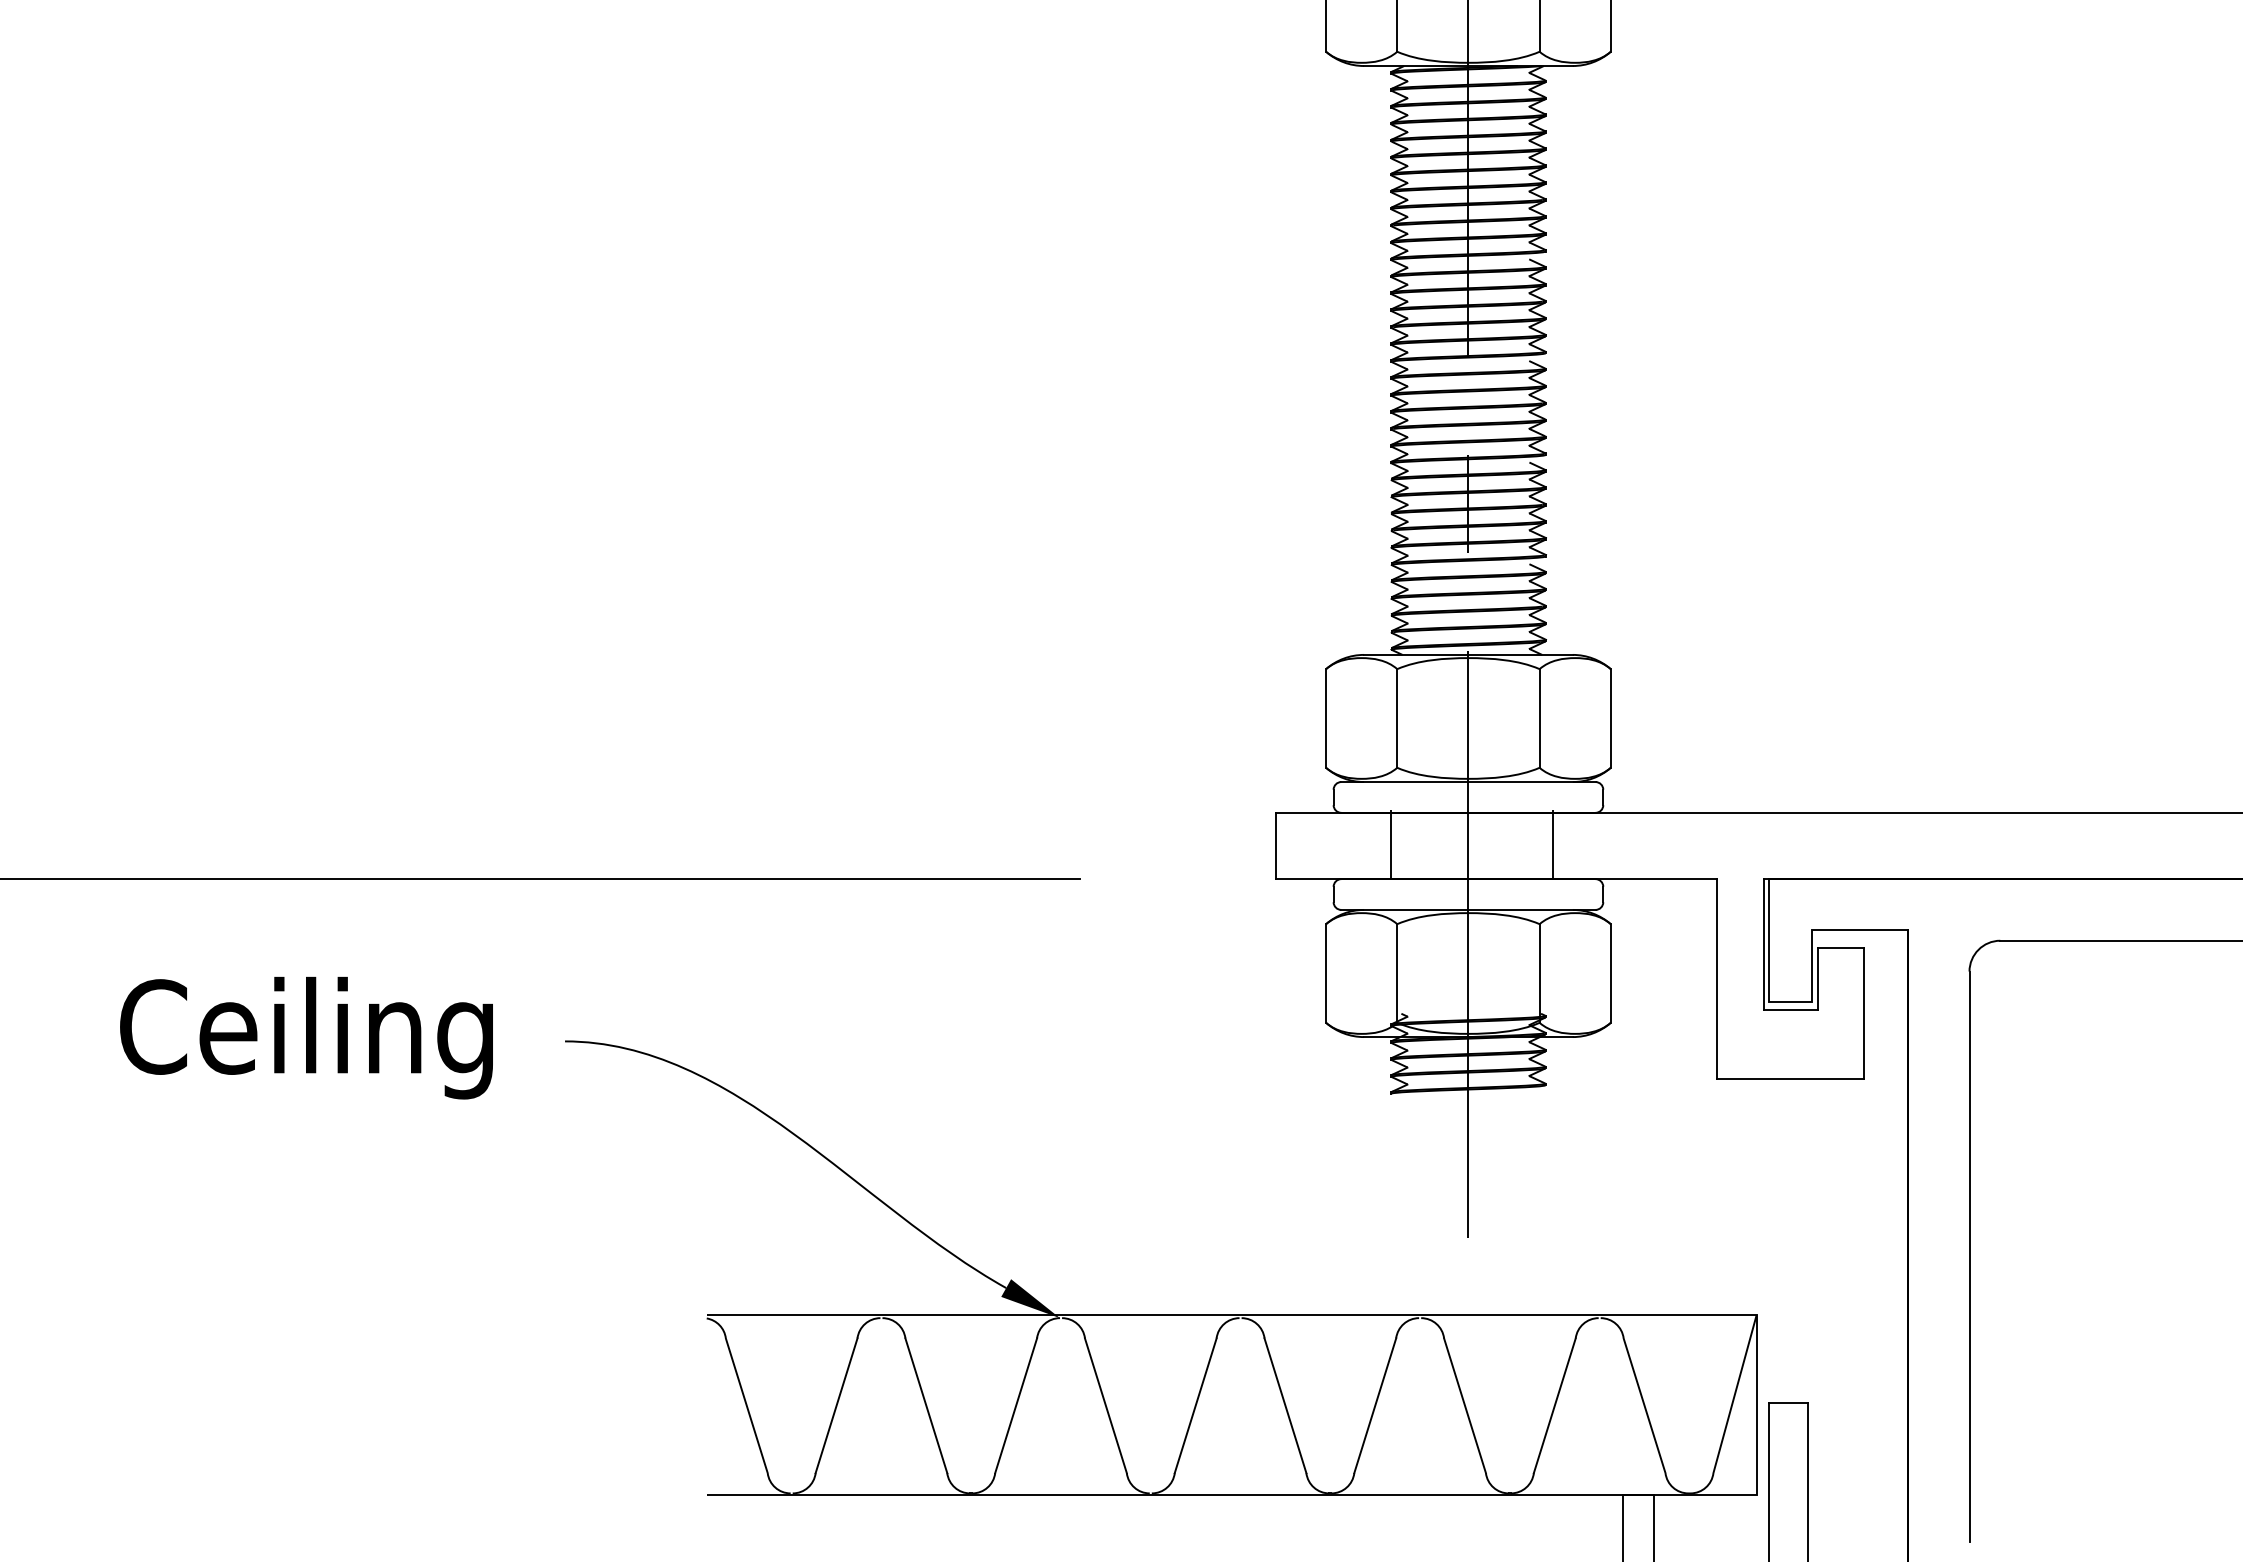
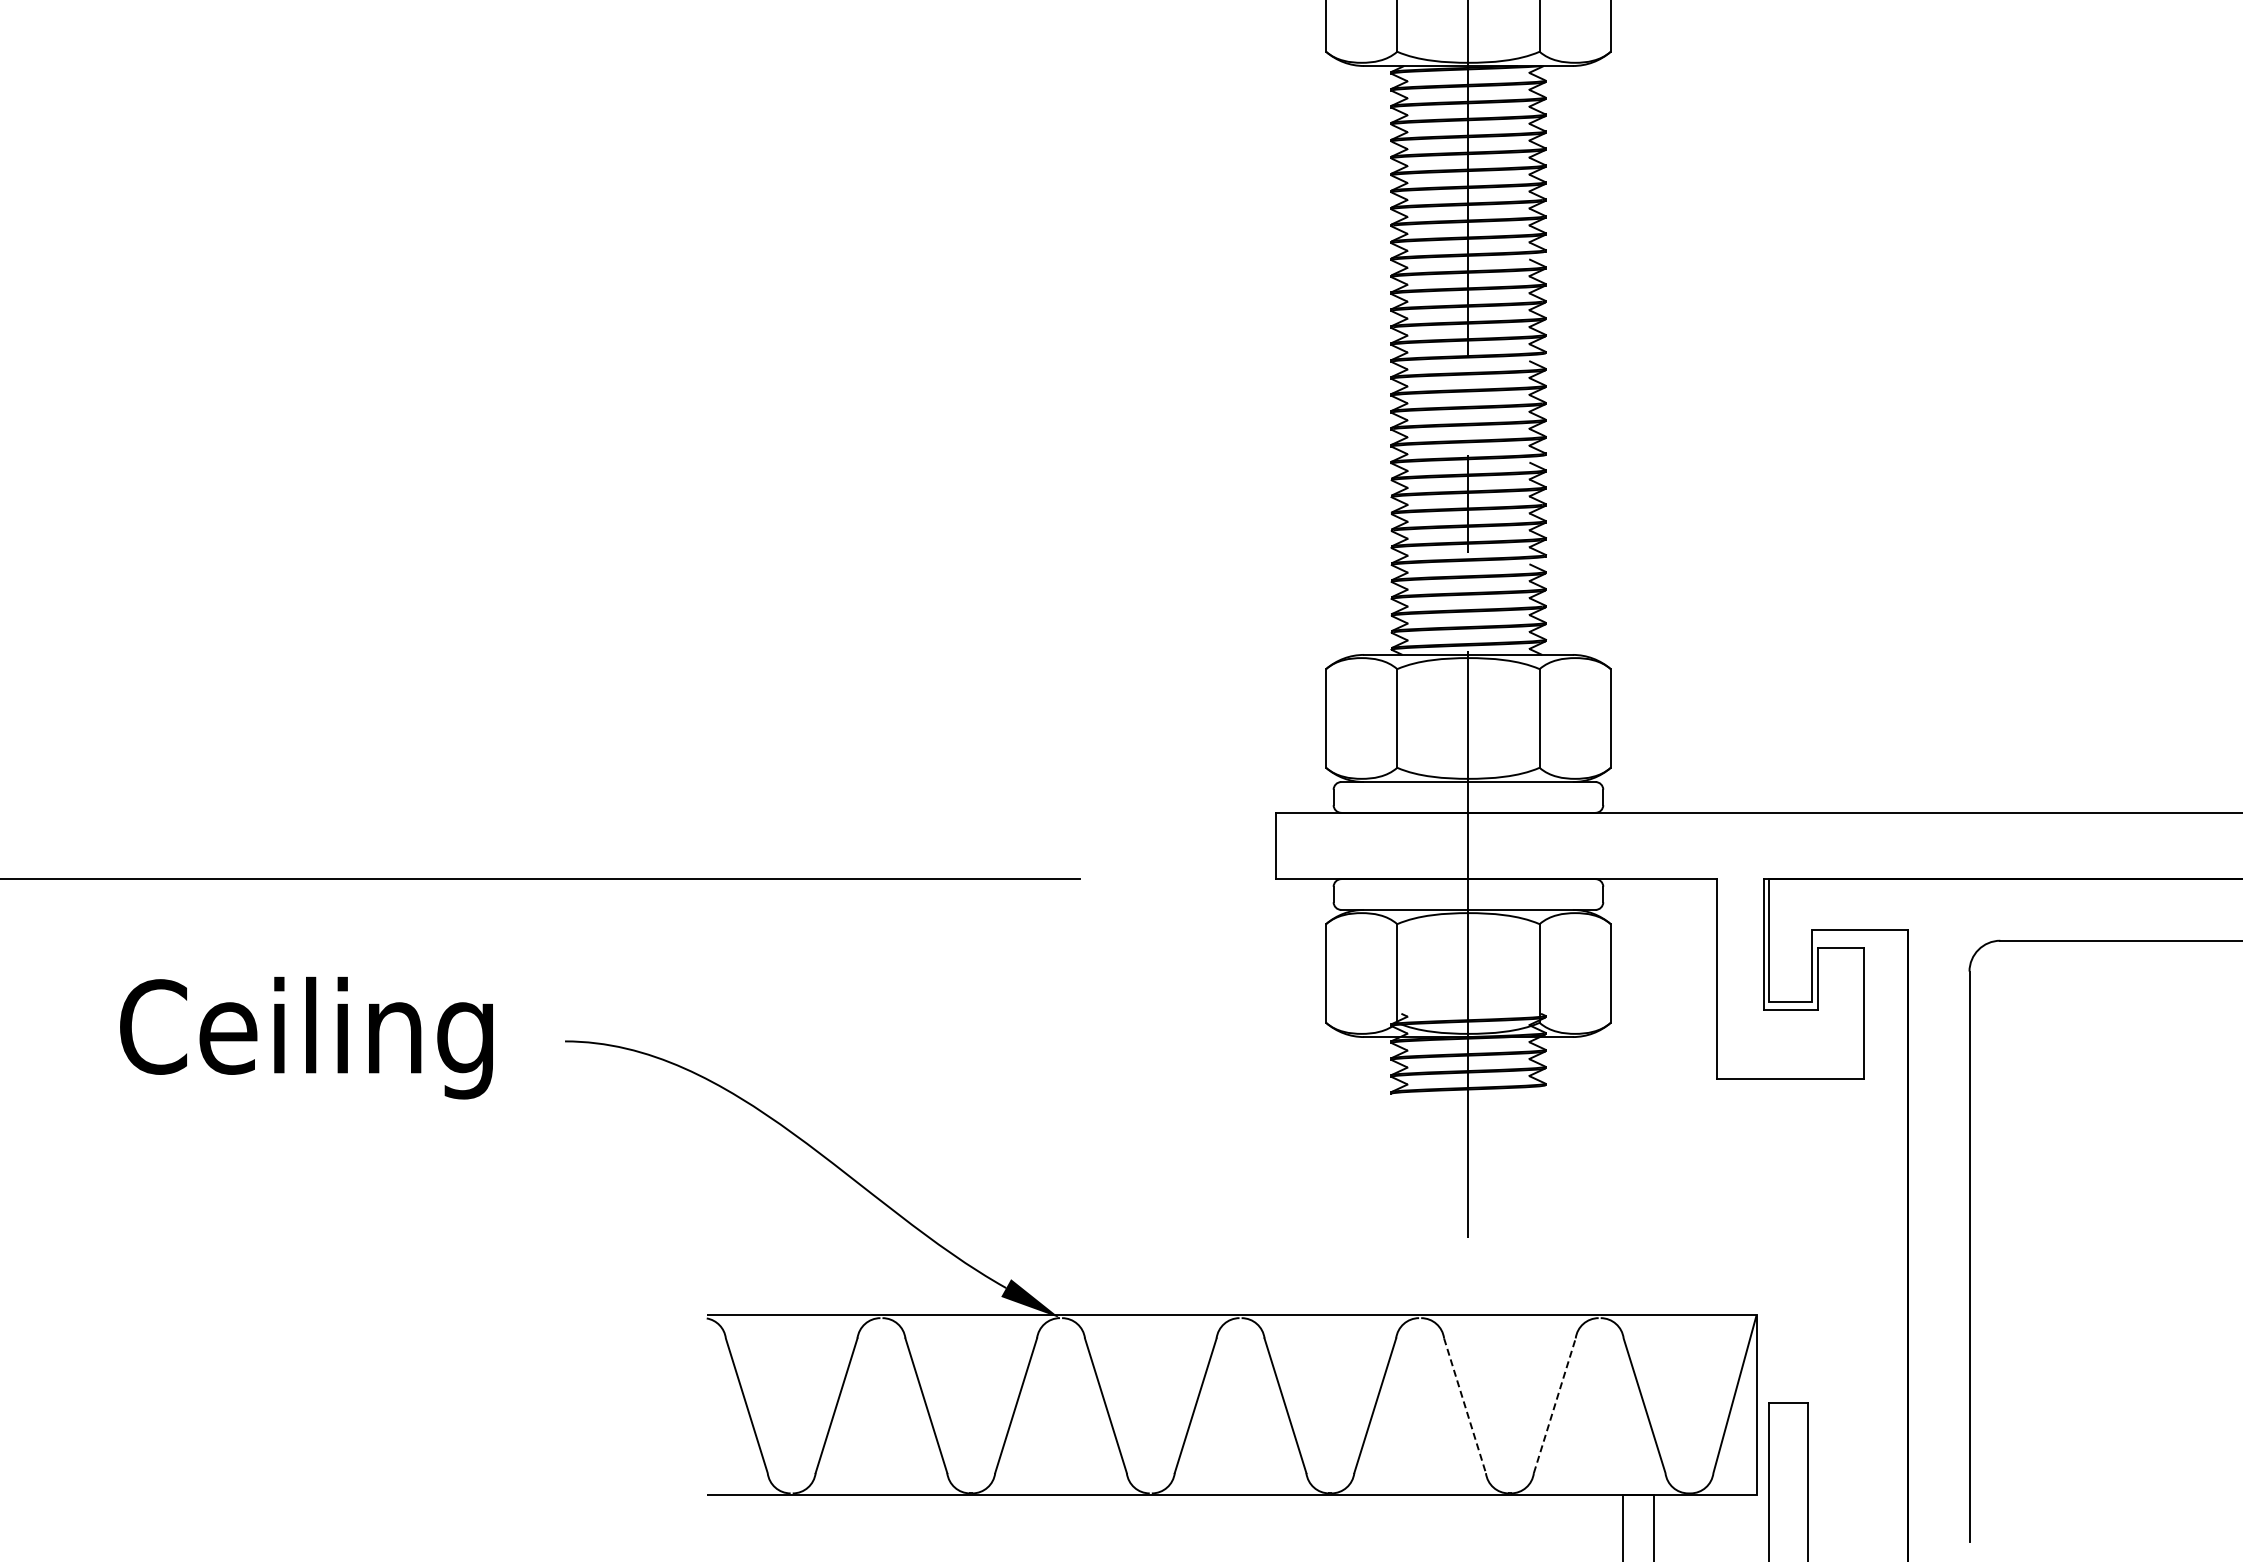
line at (1391, 844): present -> none
line at (1553, 844): present -> none
line at (1465, 1405): solid -> dashed
line at (1554, 1405): solid -> dashed
